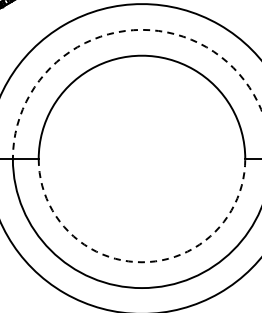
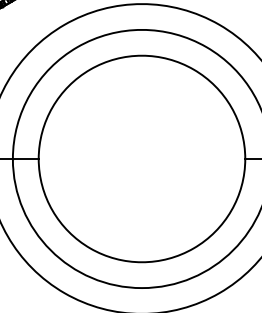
arc at (117, 32): dashed -> solid
arc at (141, 262): dashed -> solid
